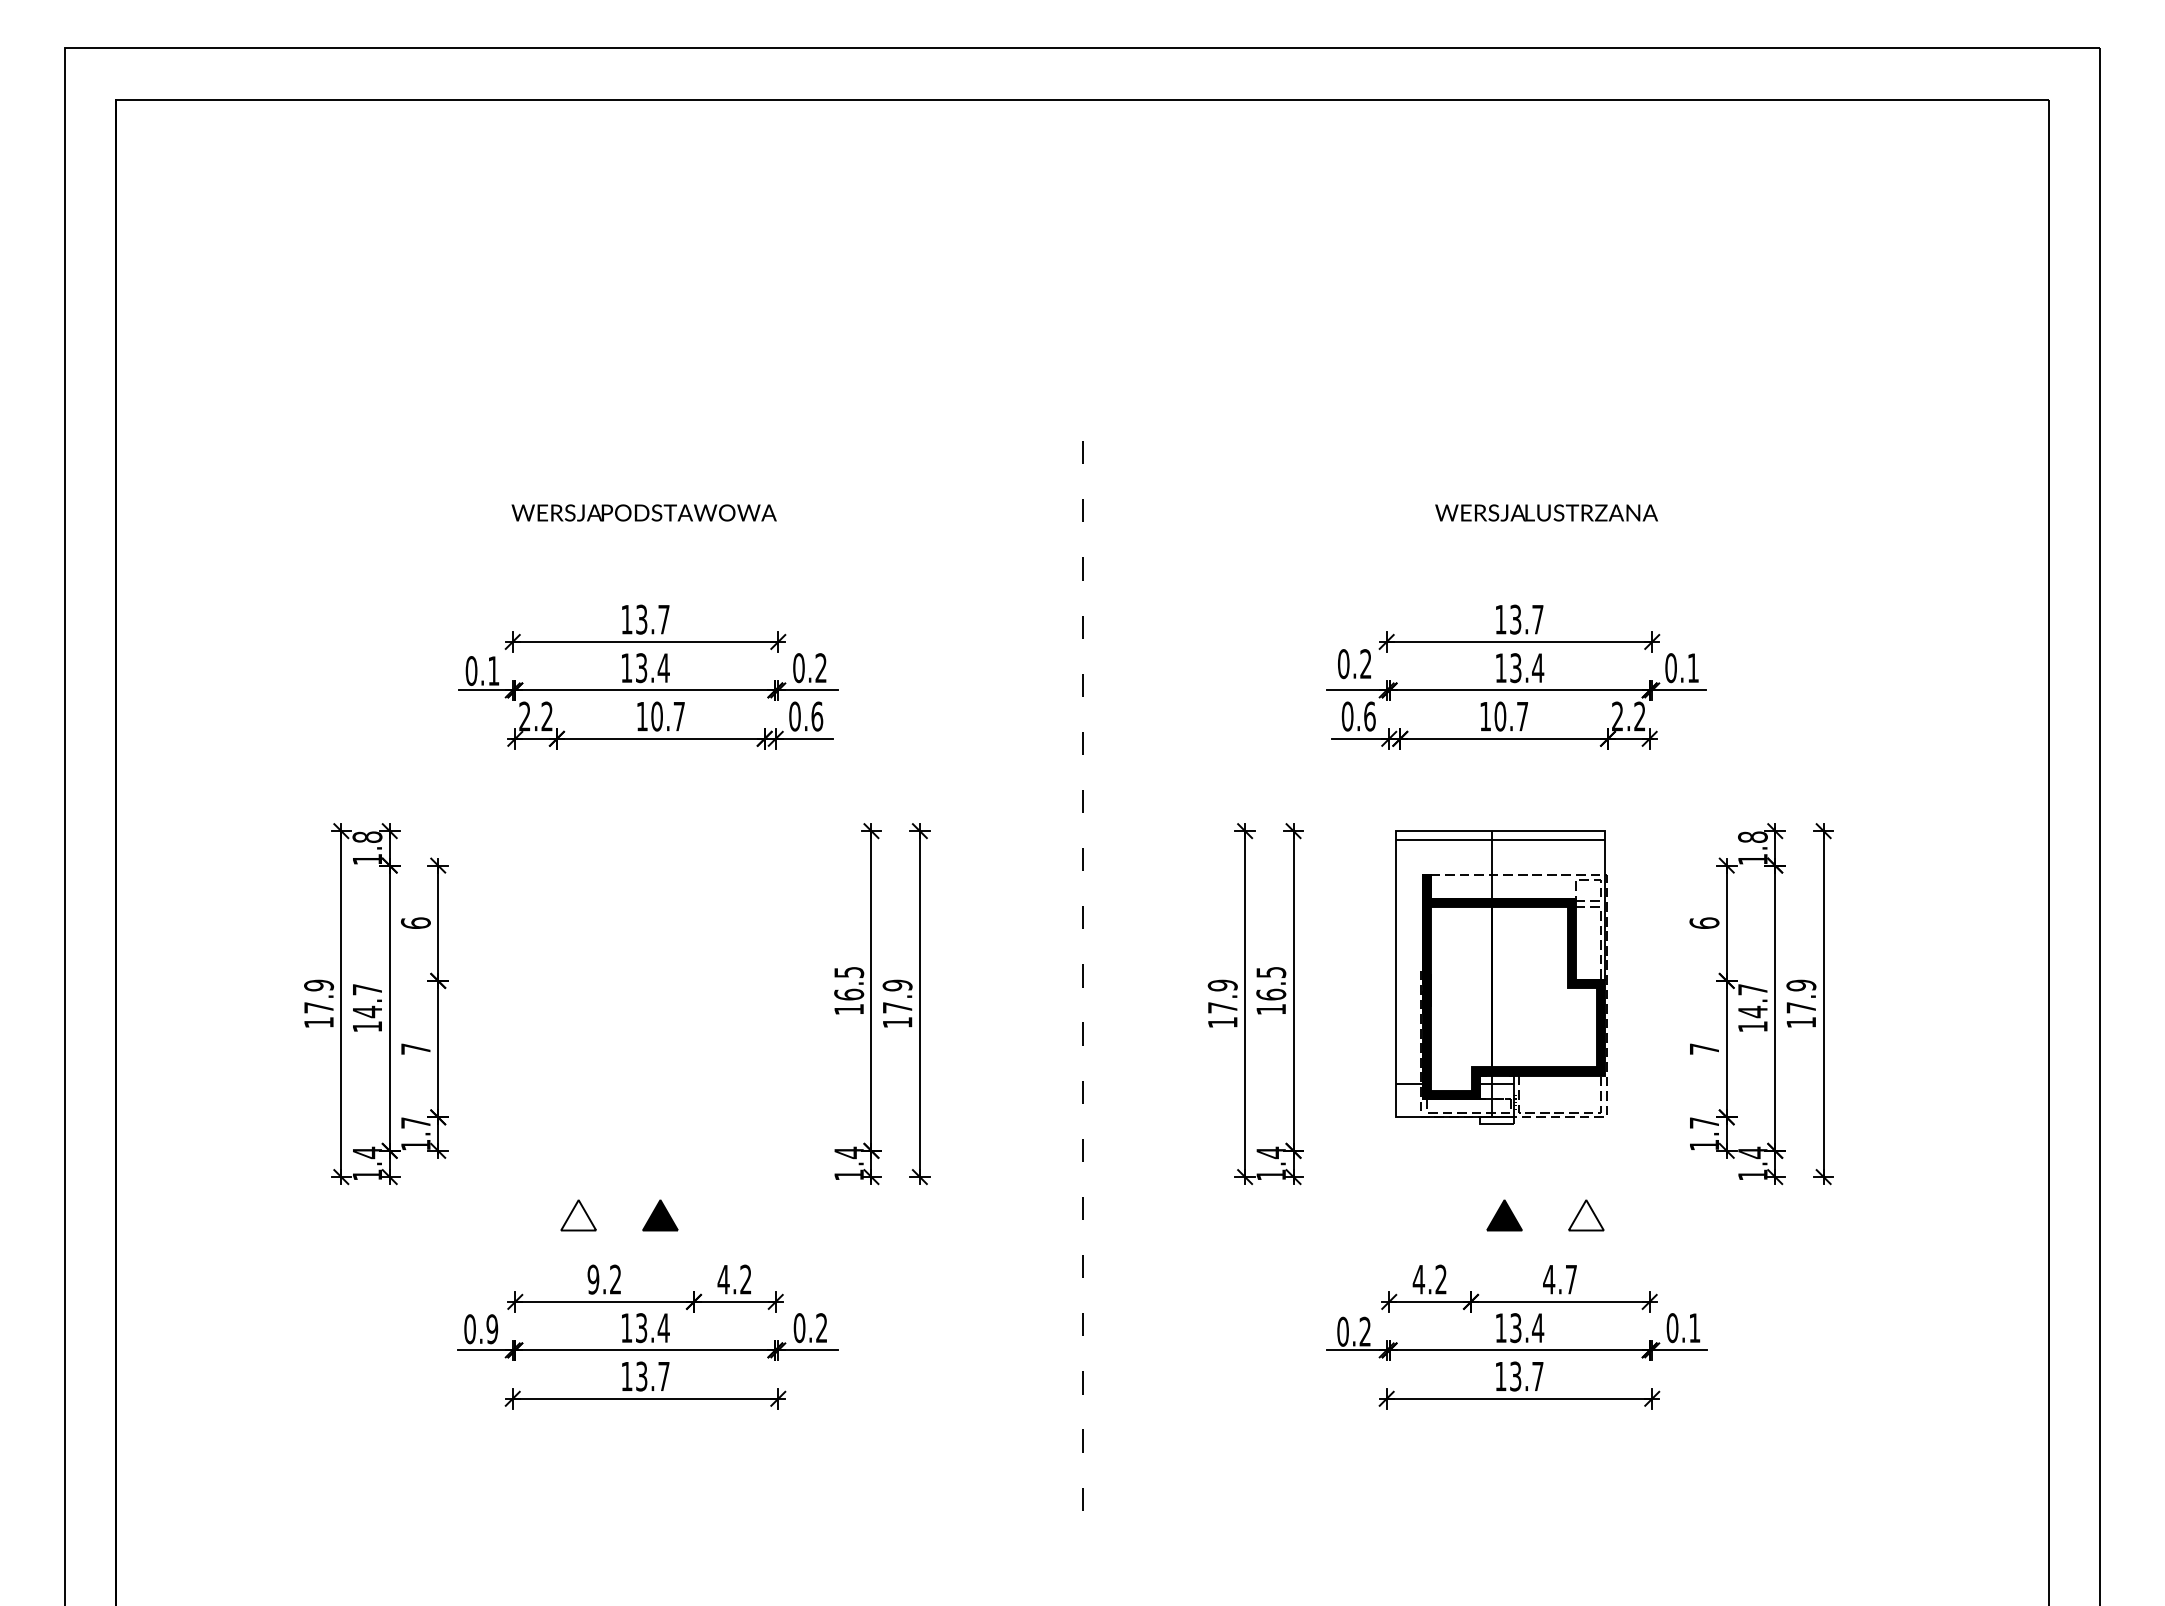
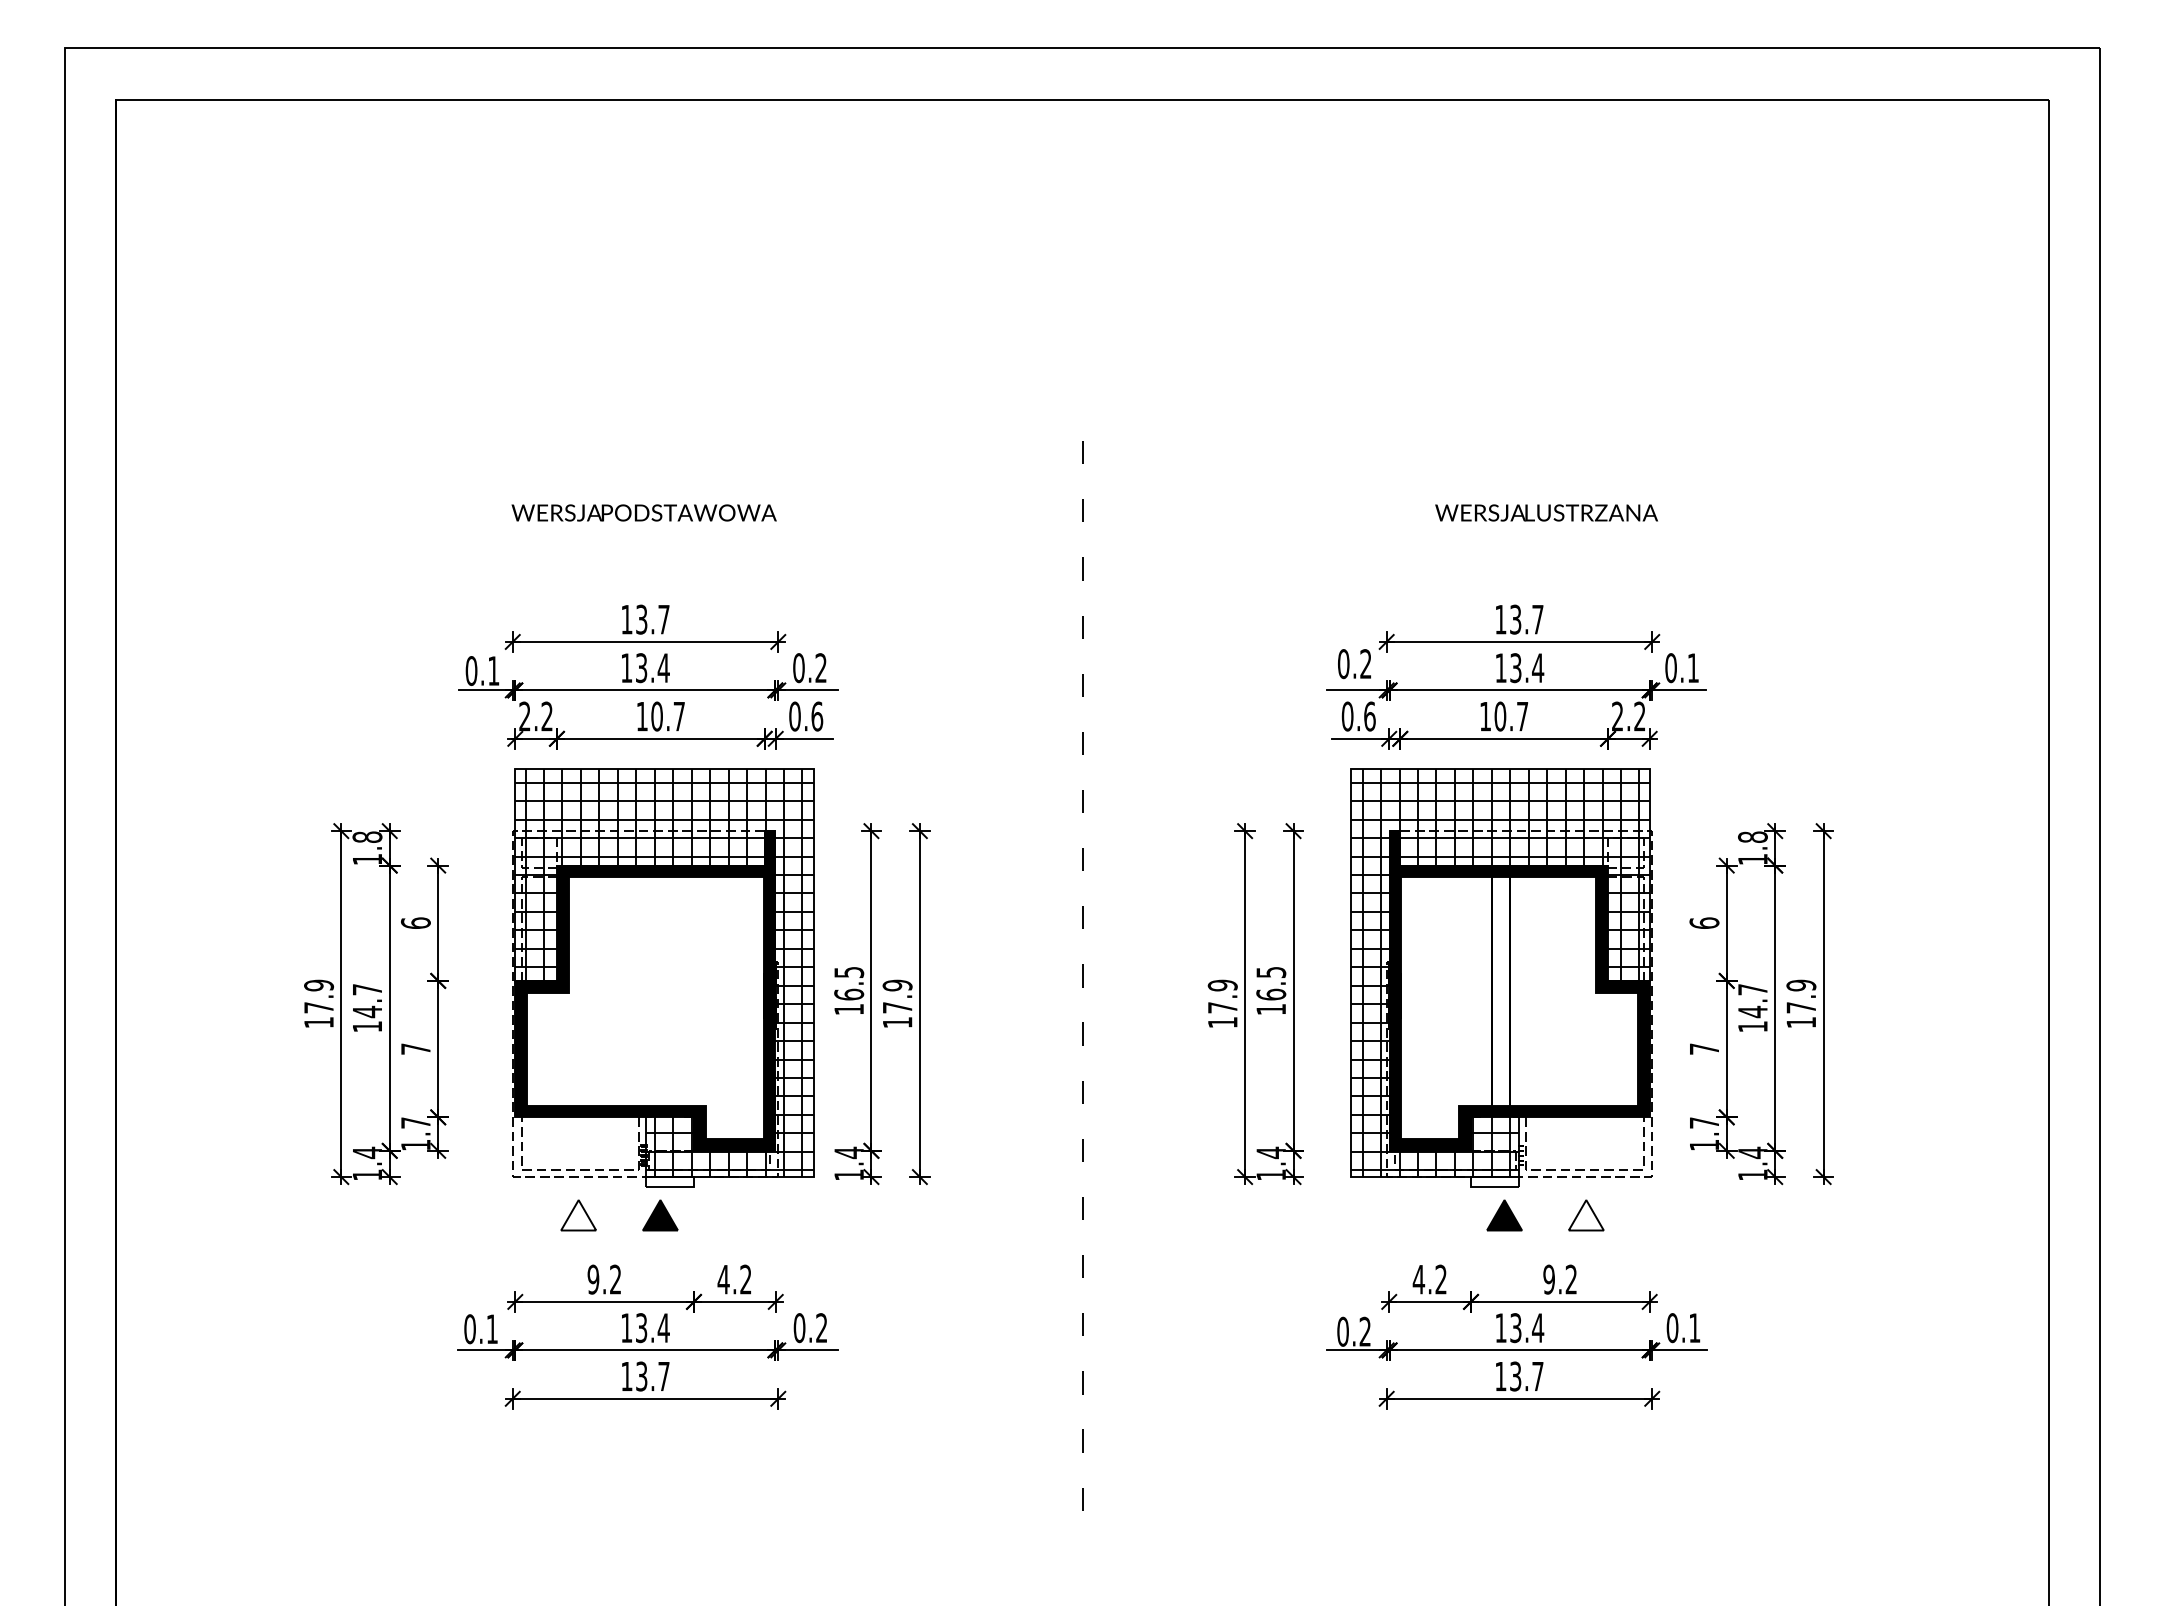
part at (663, 977): none -> present
part at (1501, 977) size: 213x295 px -> 303x420 px
text at (1559, 1279): 4.7 -> 9.2
text at (492, 1329): 0.9 -> 0.1
